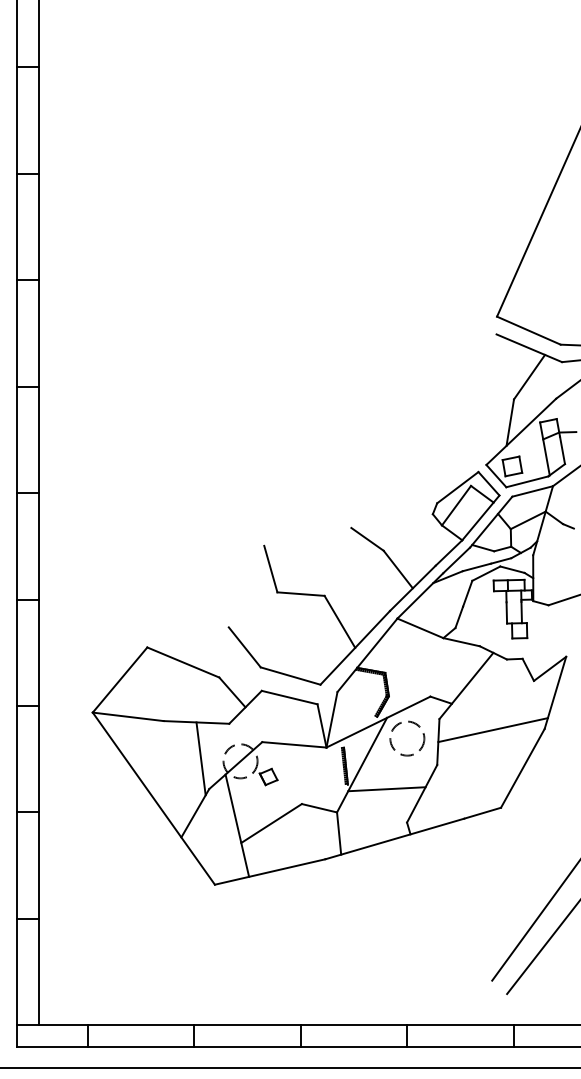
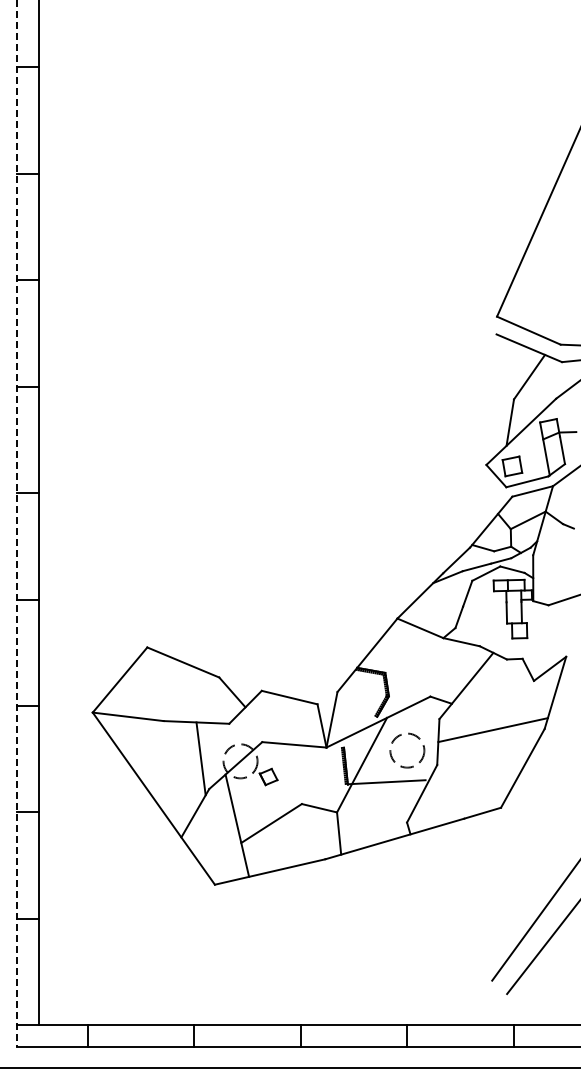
line at (17, 523): solid -> dashed
part at (386, 556): present -> none
circle at (407, 738) position: (407, 738) -> (407, 750)
line at (386, 789) position: (386, 789) -> (386, 782)
